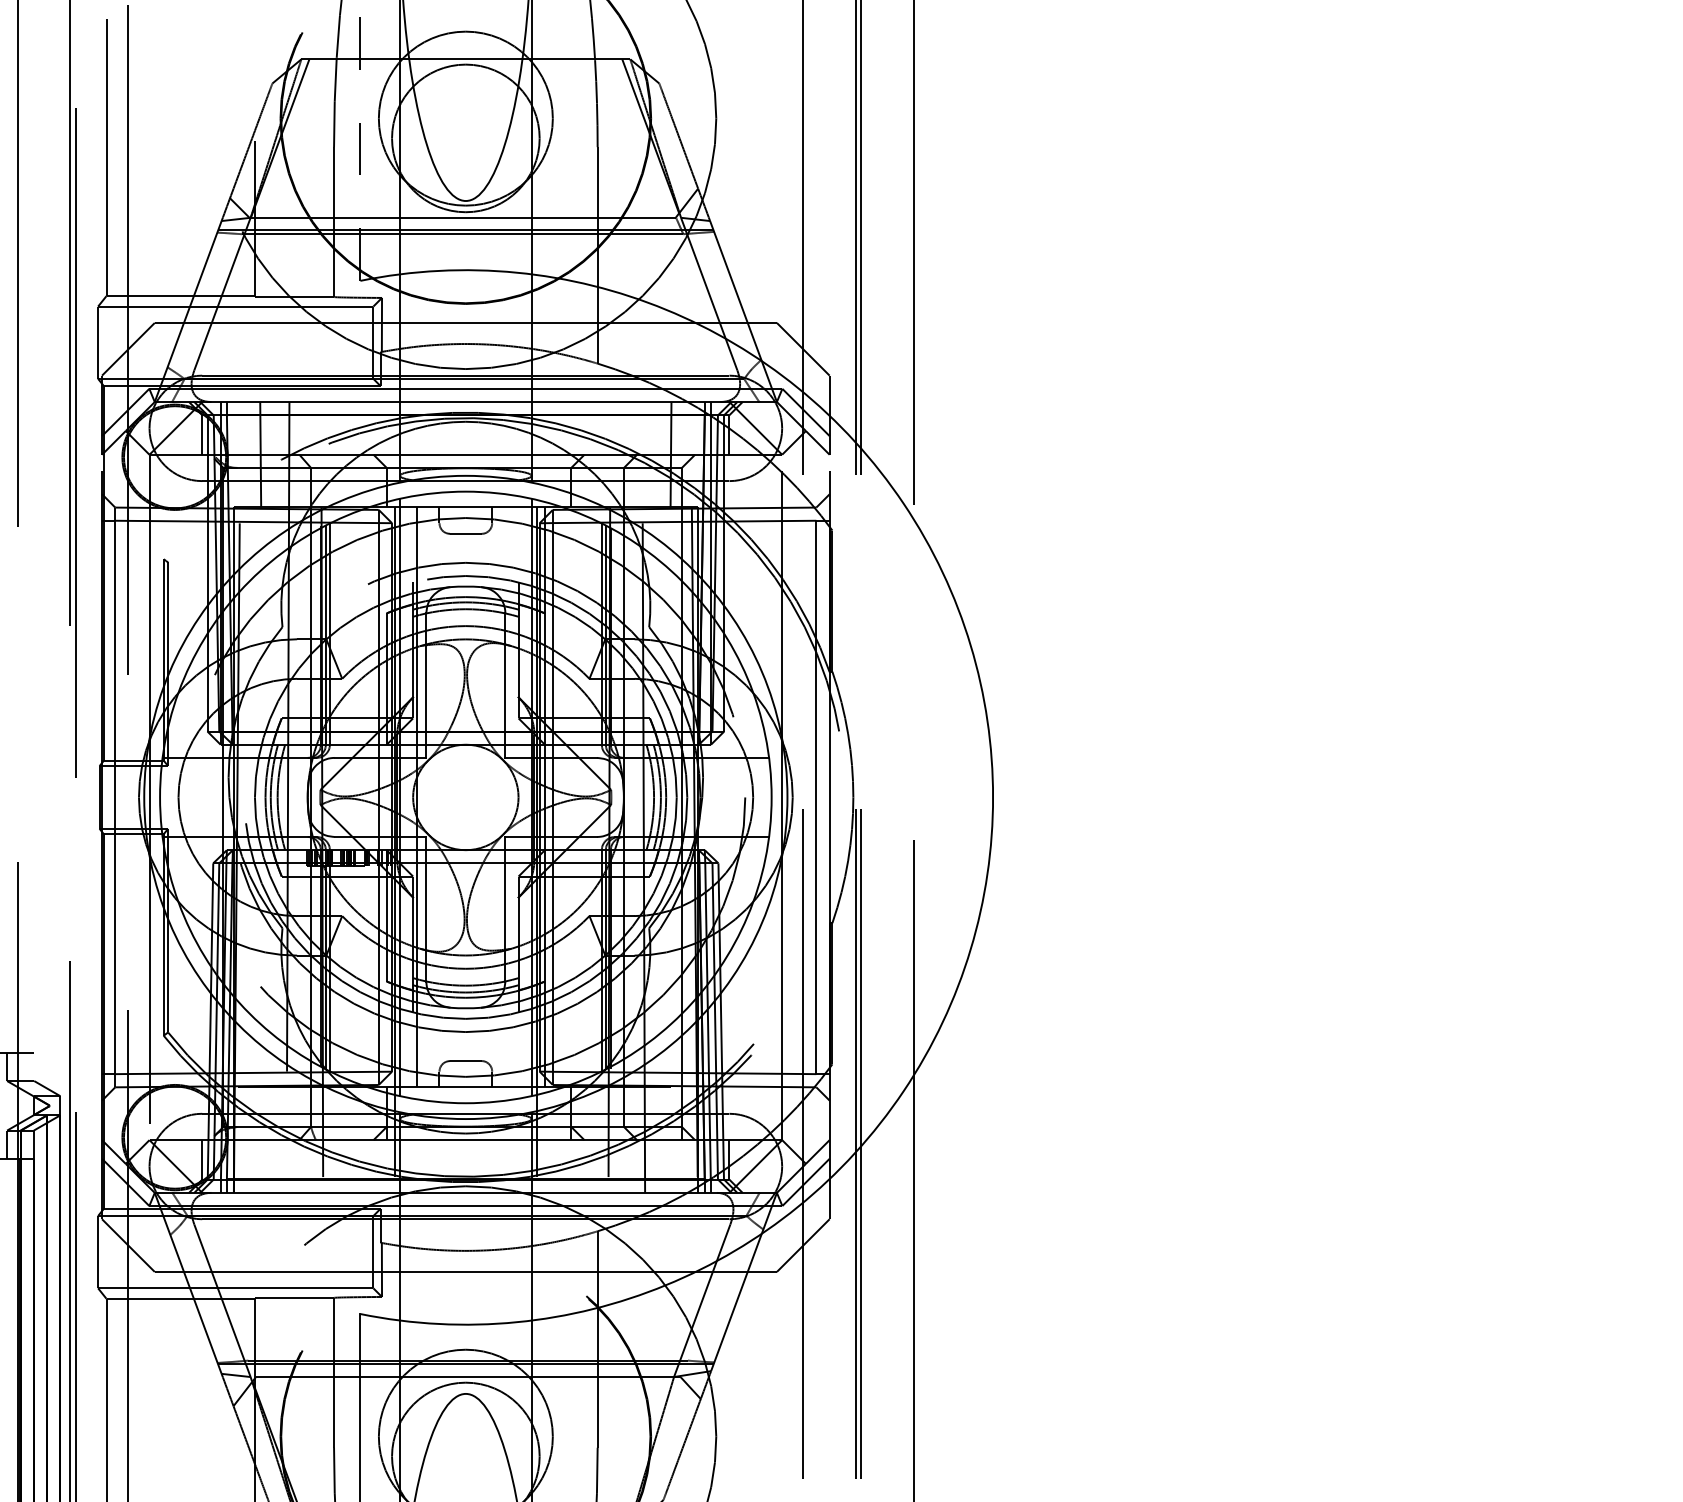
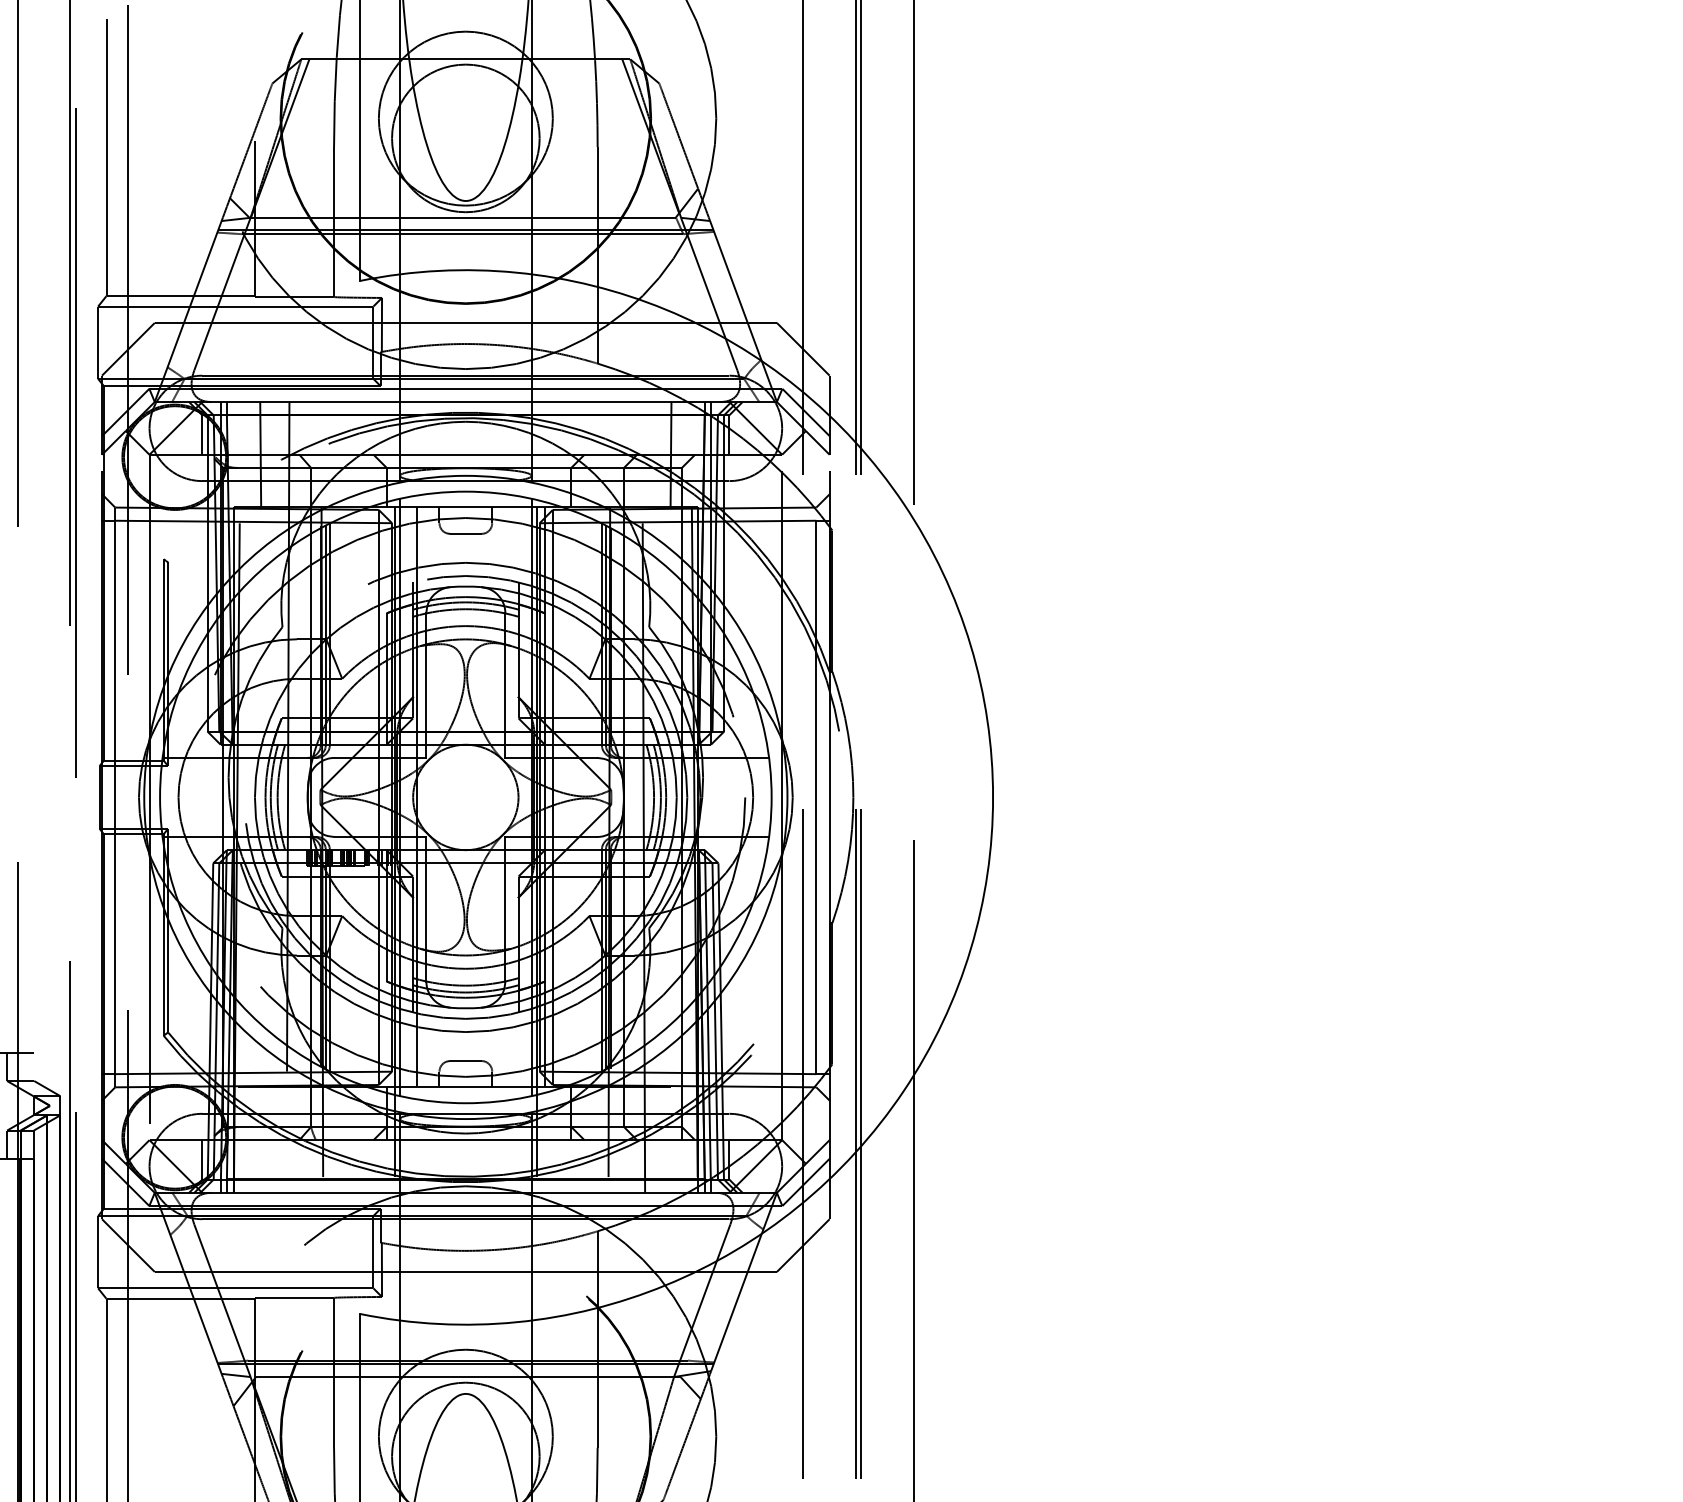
line at (360, 140): dashed -> solid
